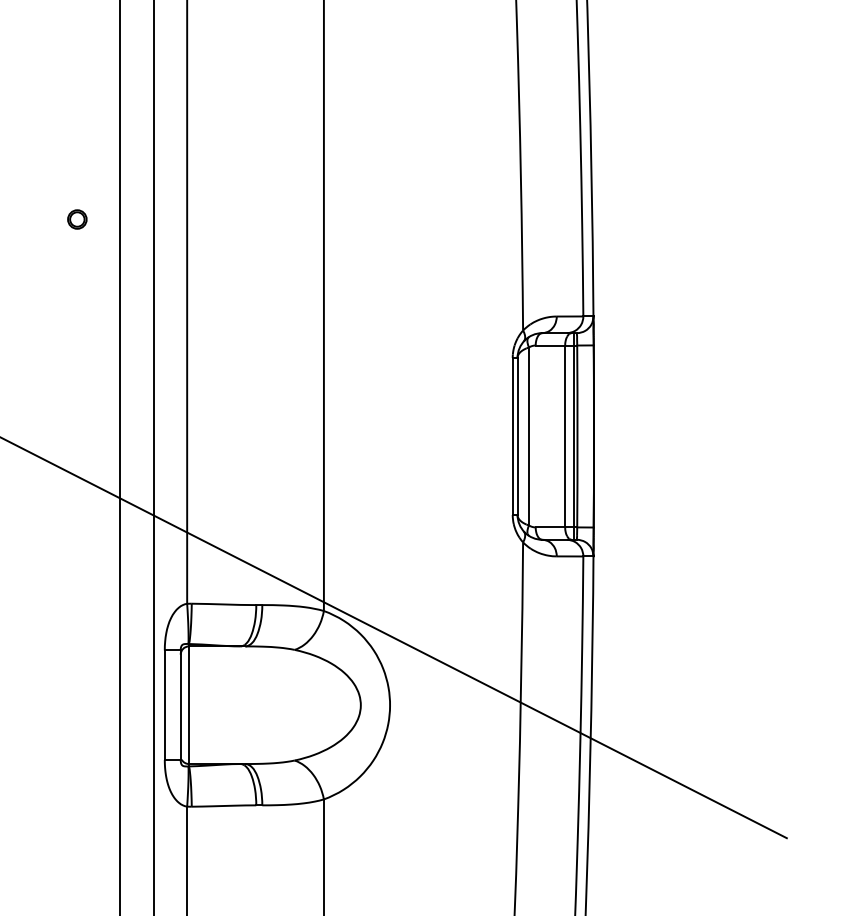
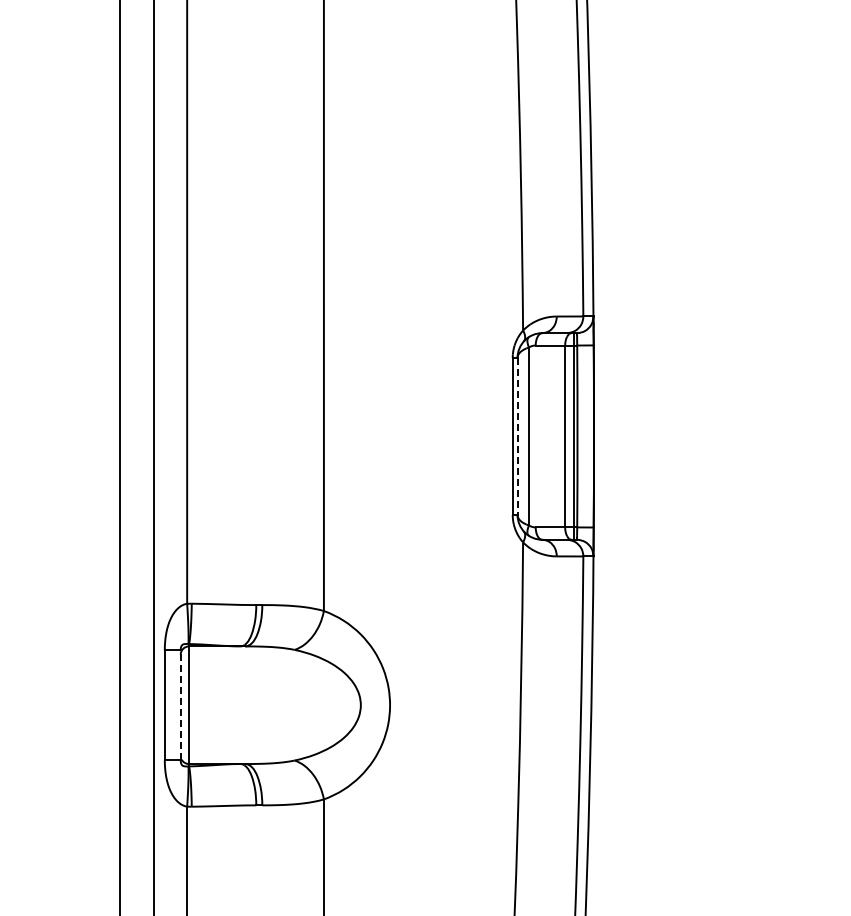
part at (77, 219): present -> none
line at (517, 436): solid -> dashed
line at (394, 638): present -> none
line at (180, 705): solid -> dashed
